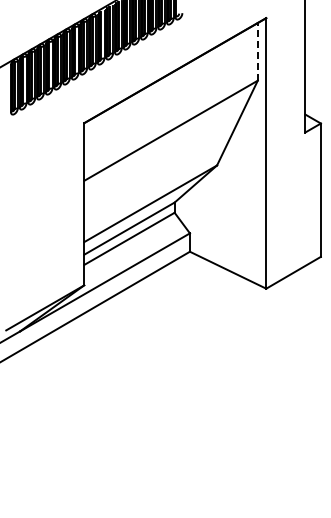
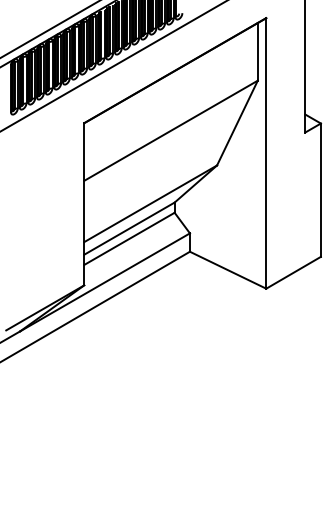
line at (49, 29): none -> present
line at (257, 51): dashed -> solid
line at (113, 66): none -> present
